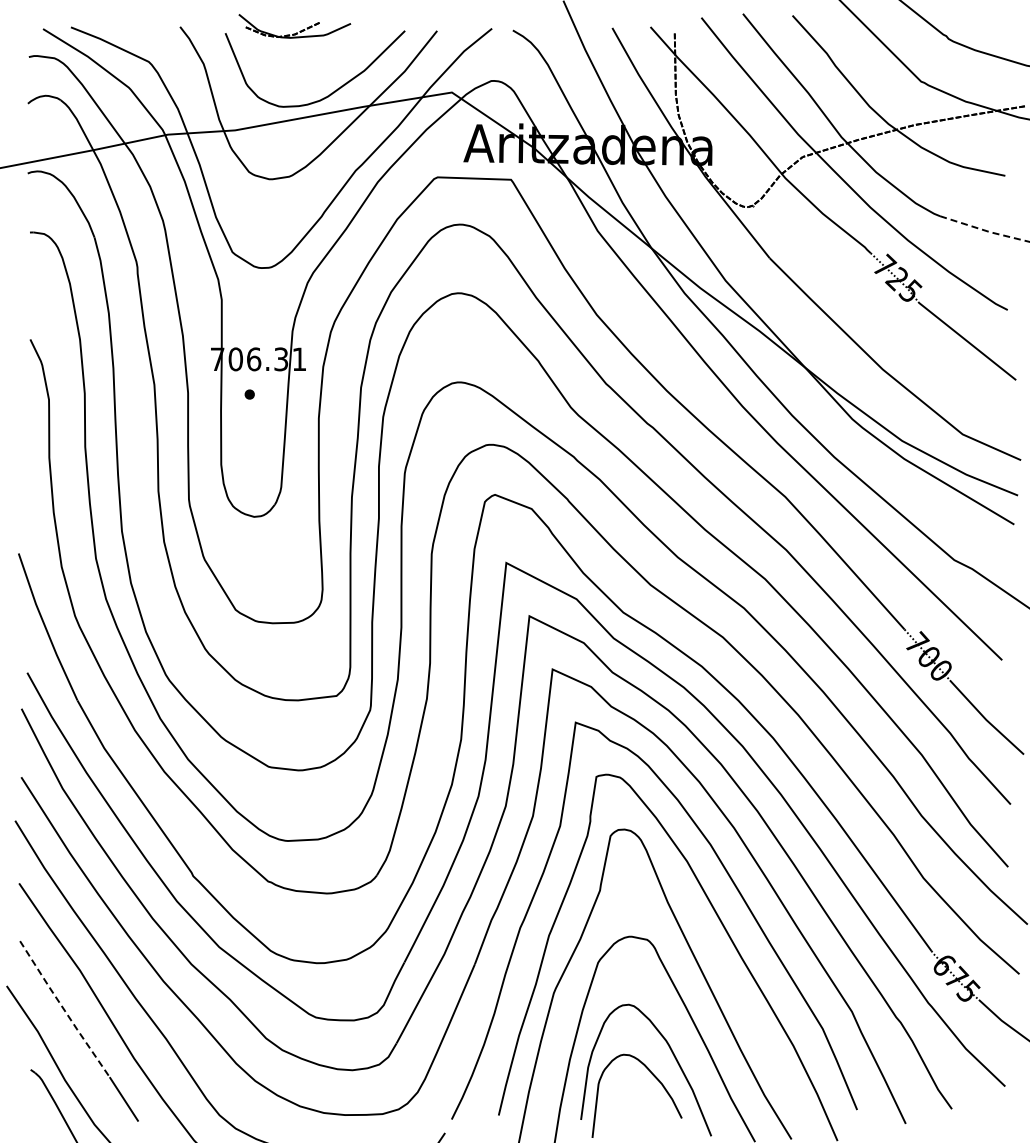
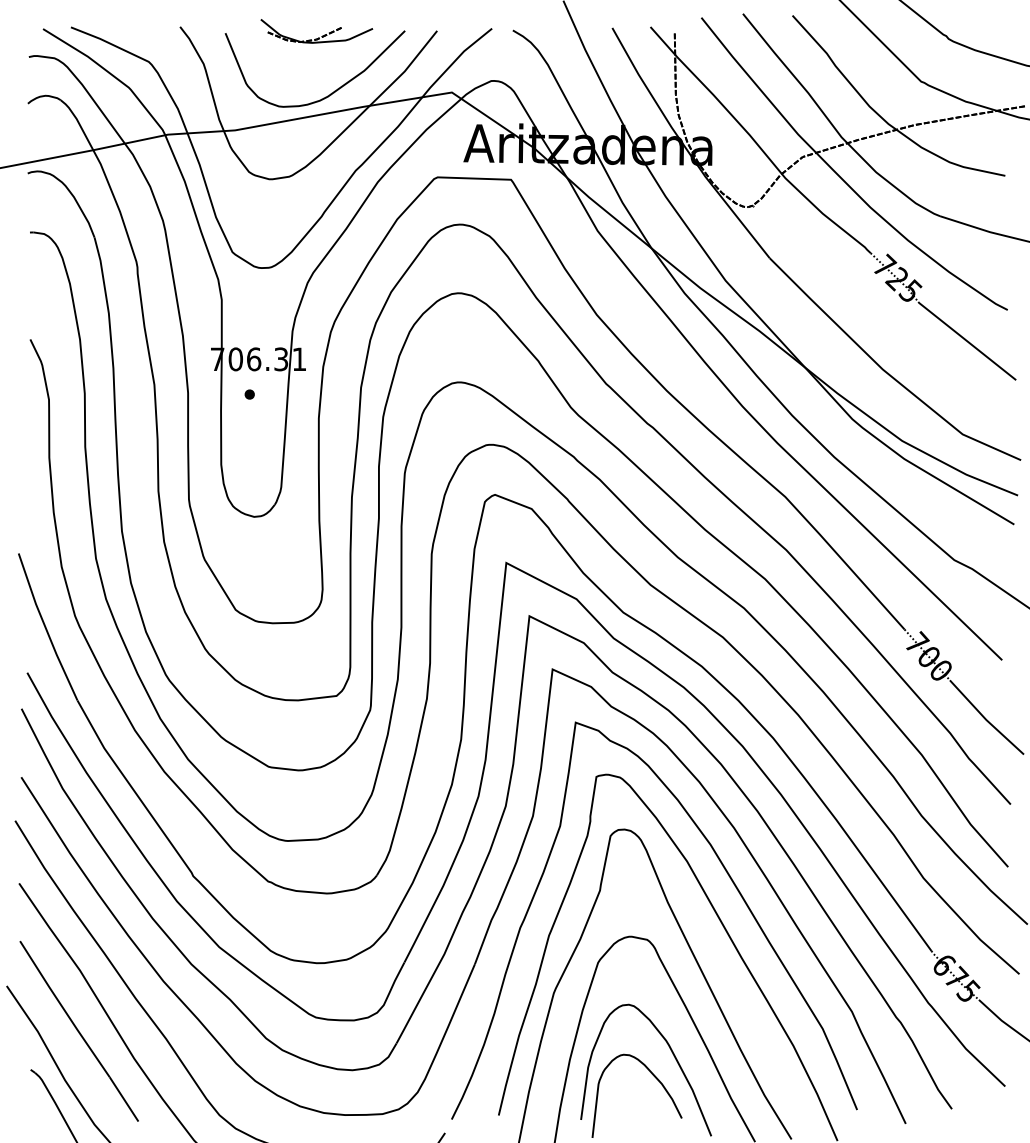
part at (296, 32) position: (296, 32) -> (318, 37)
line at (985, 230): dashed -> solid
line at (64, 1010): dashed -> solid
